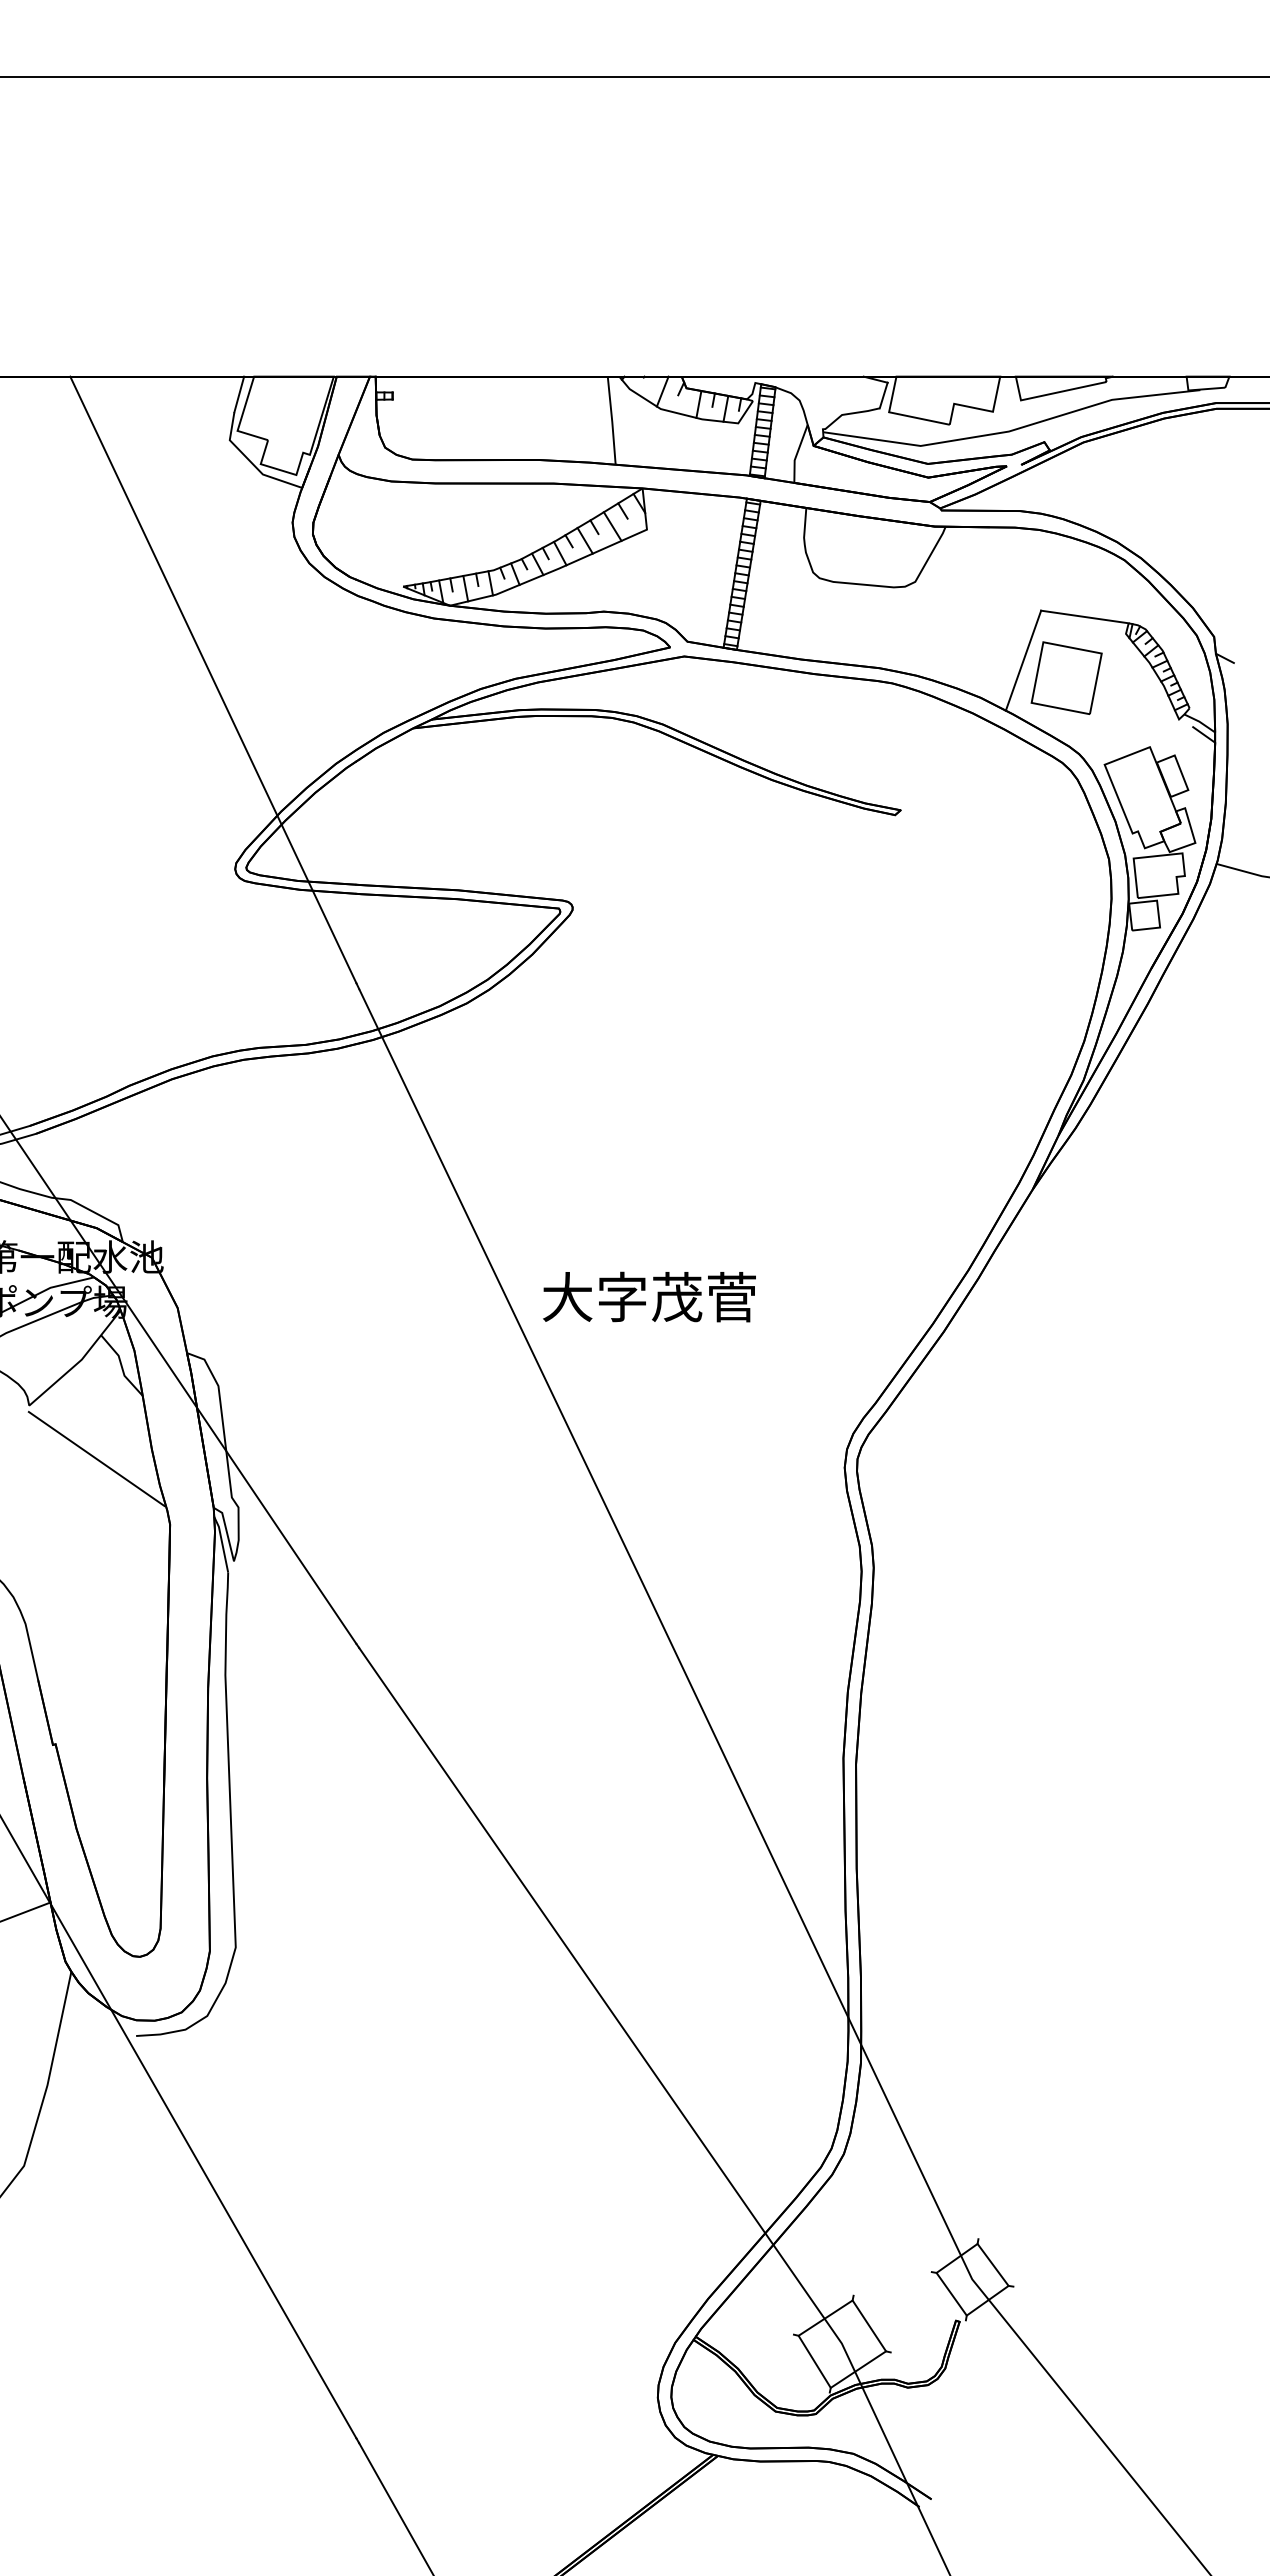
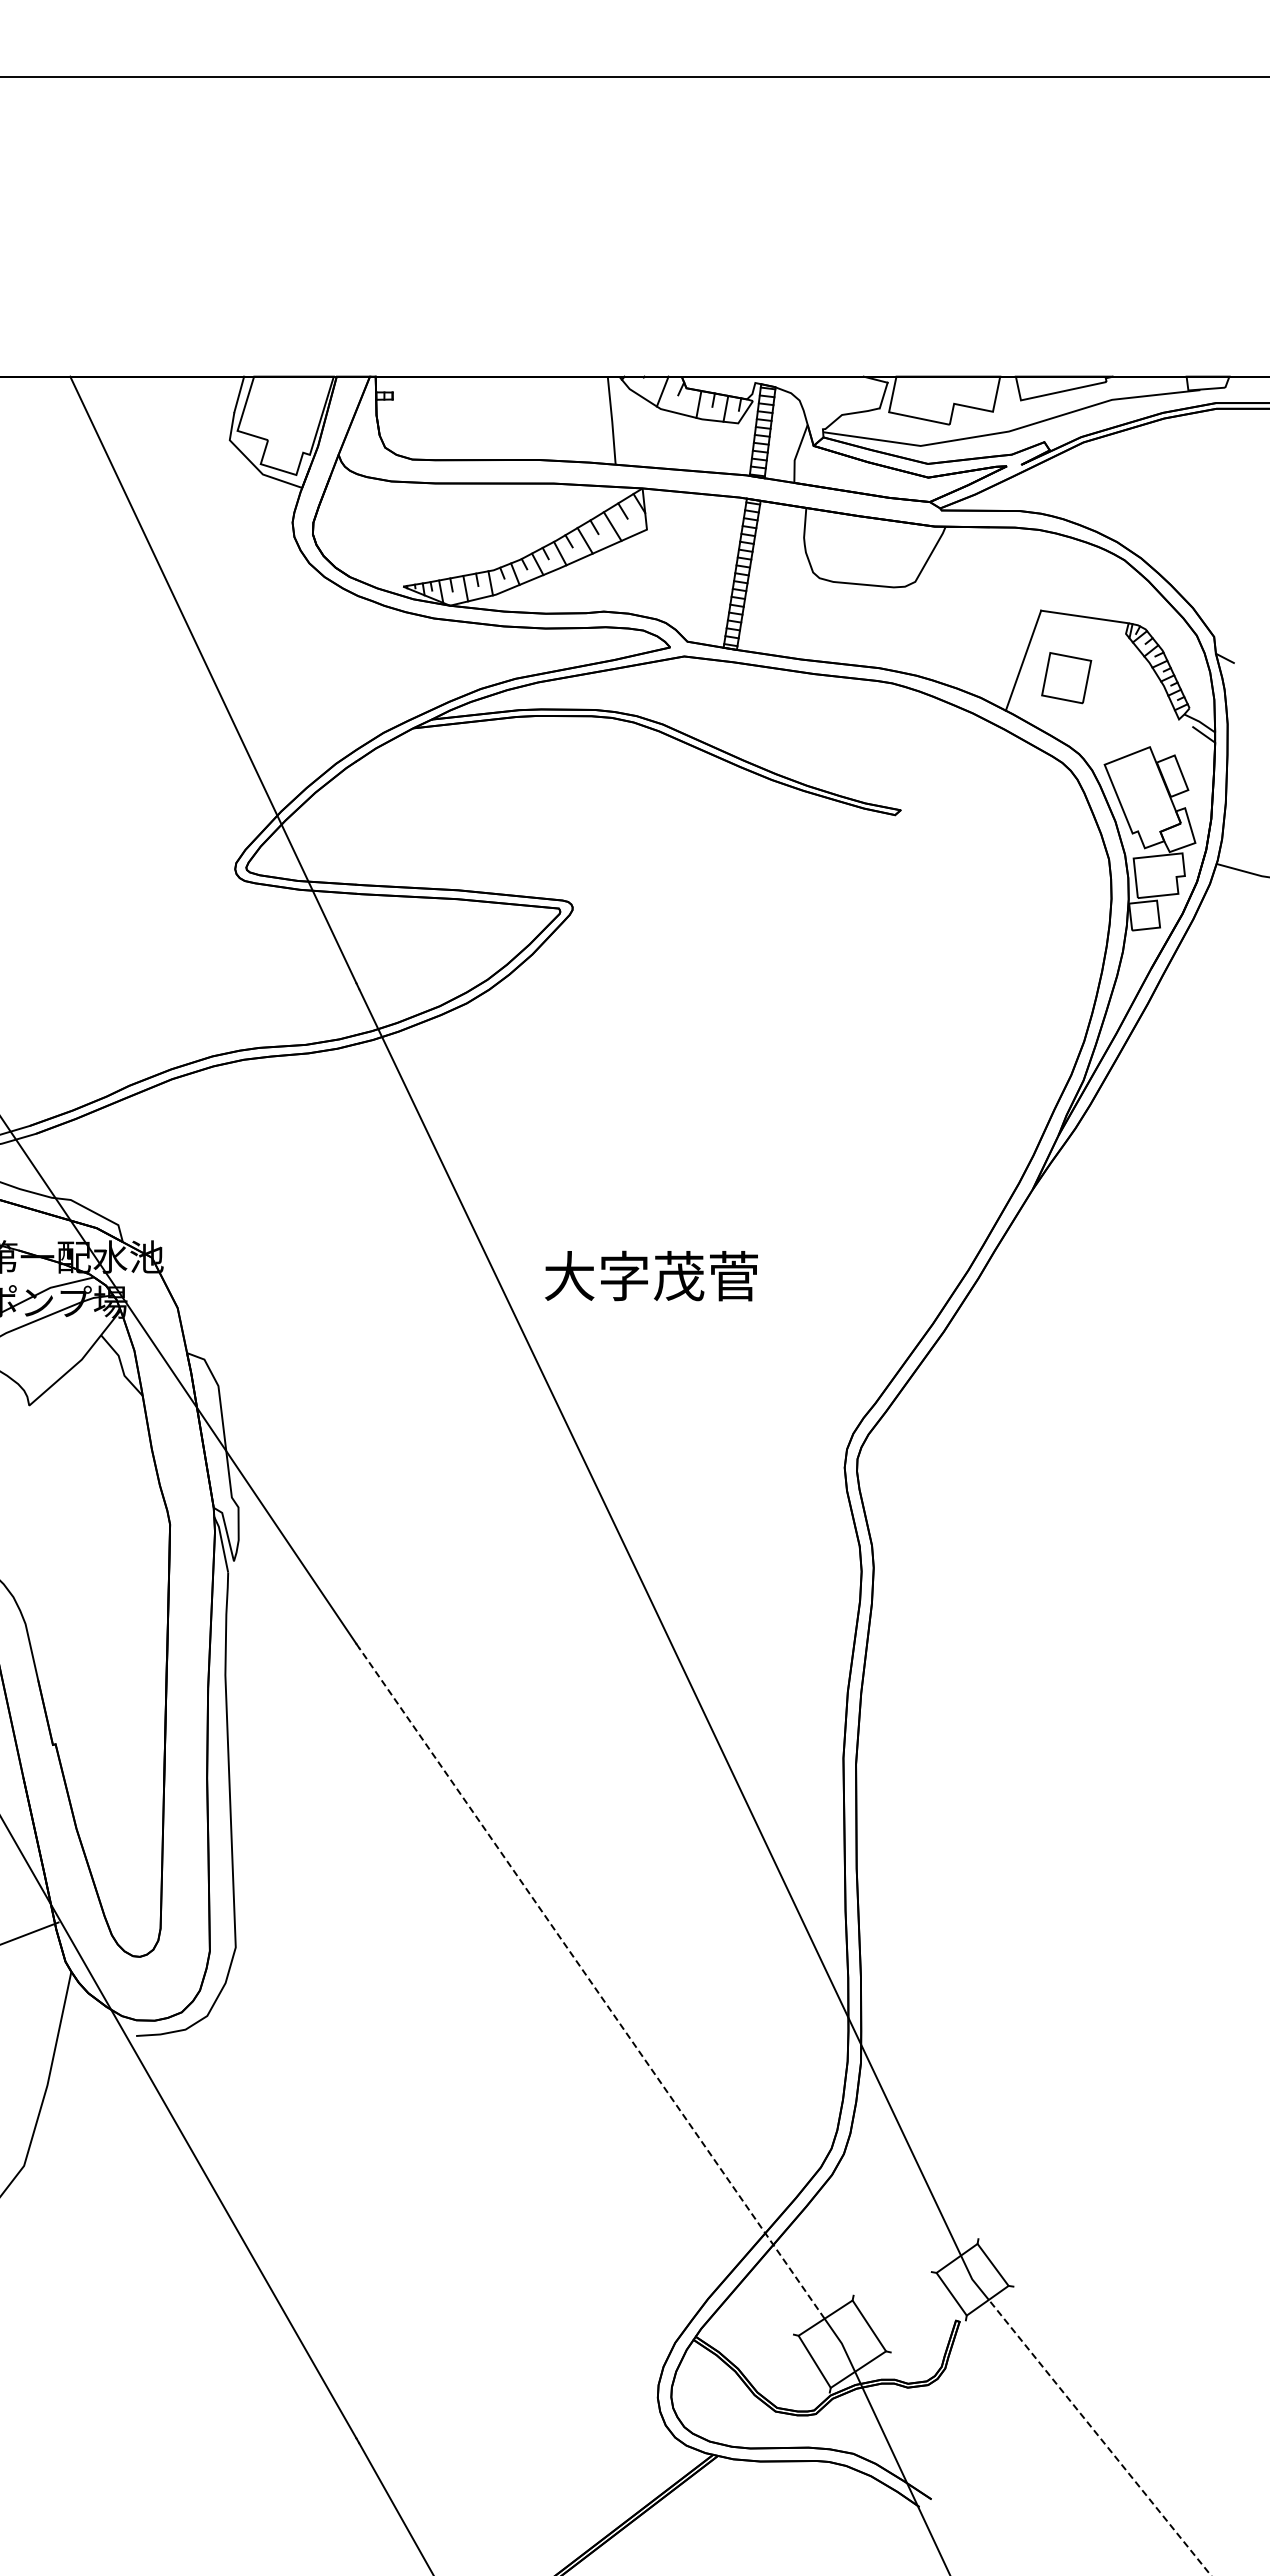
part at (1066, 677) size: 73x74 px -> 52x53 px
text at (649, 1296) position: (649, 1296) -> (651, 1275)
line at (96, 1458): present -> none
line at (26, 1911) position: (26, 1911) -> (30, 1933)
line at (591, 1982): solid -> dashed
line at (1099, 2437): solid -> dashed
